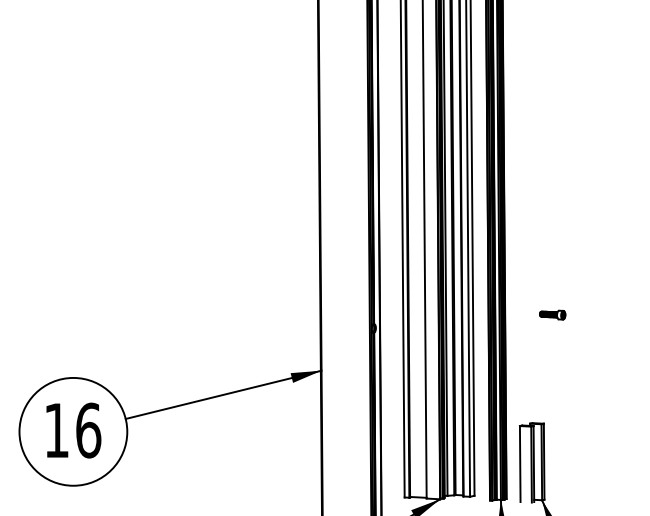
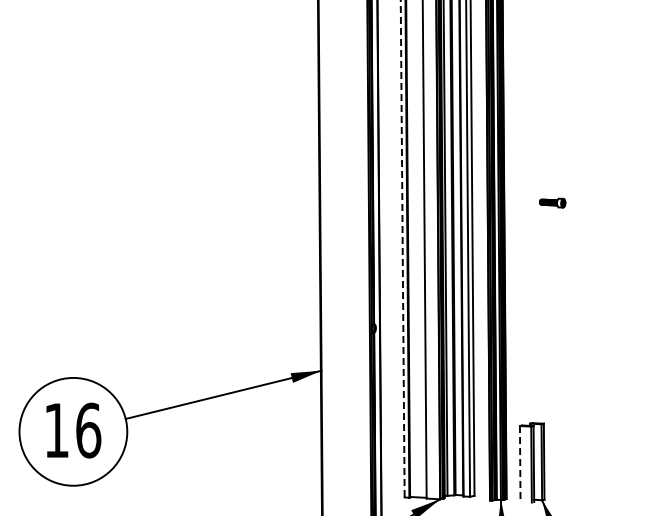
line at (402, 249): solid -> dashed
part at (552, 314) position: (552, 314) -> (552, 202)
line at (520, 464): solid -> dashed
